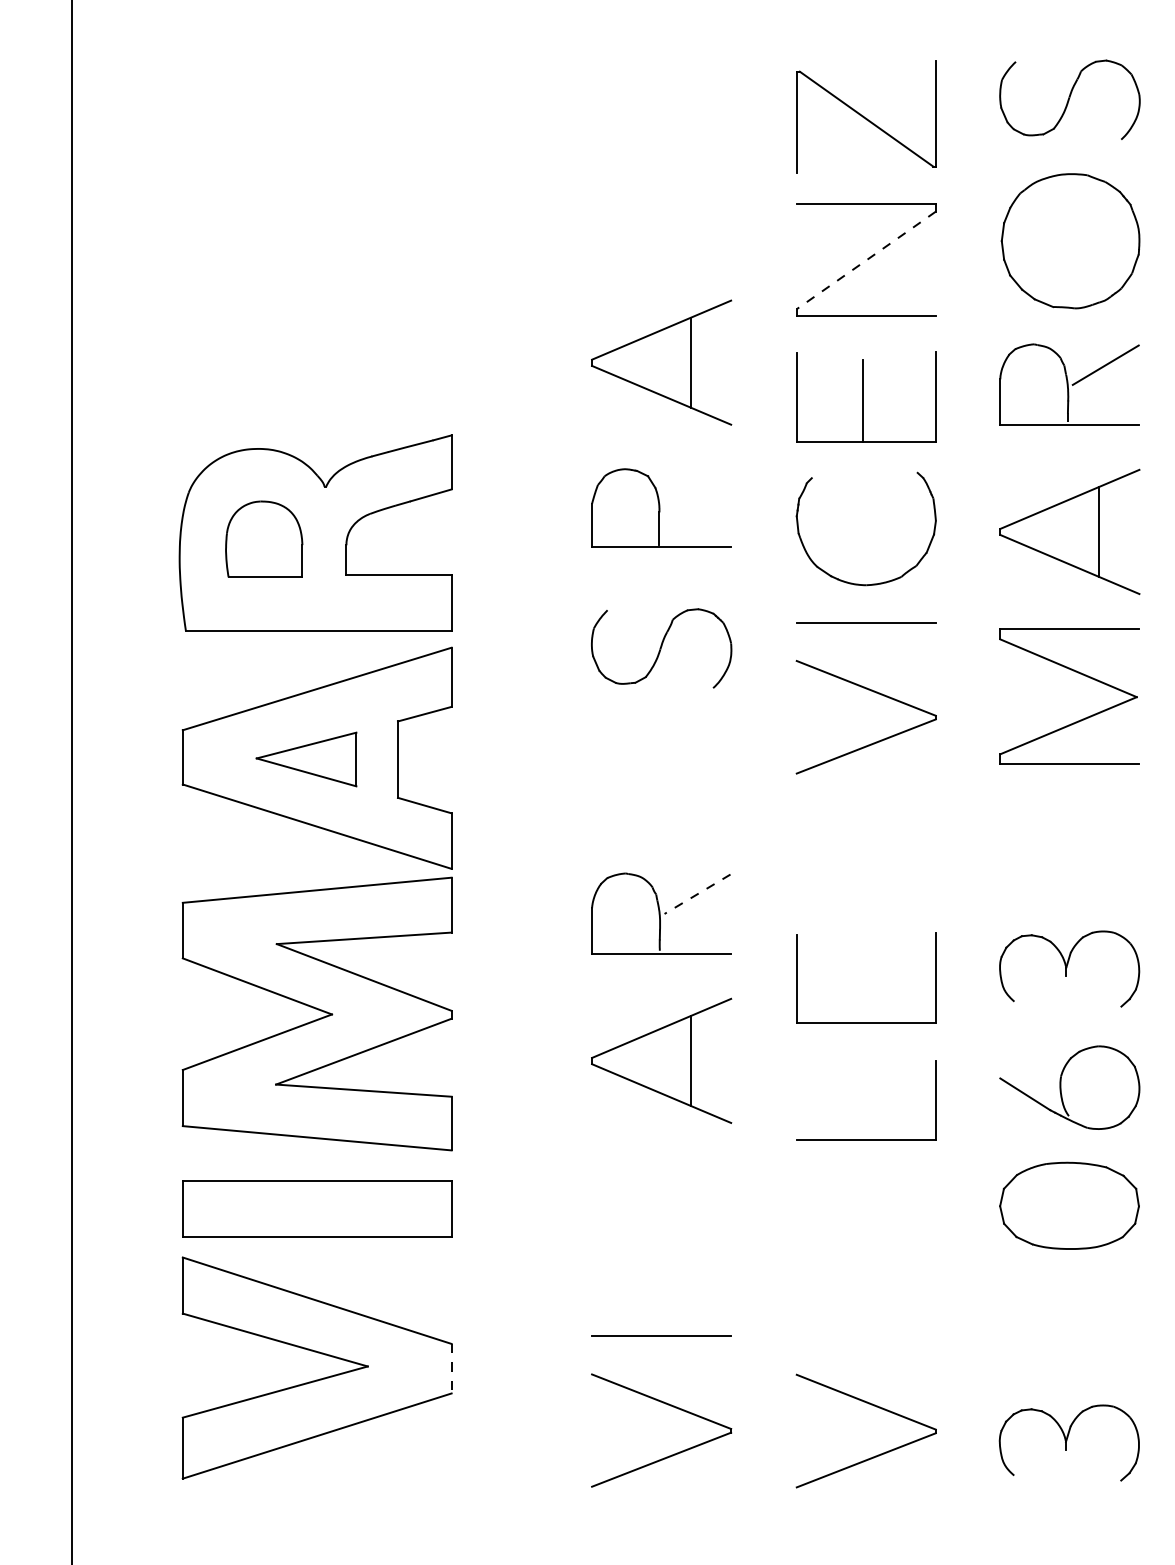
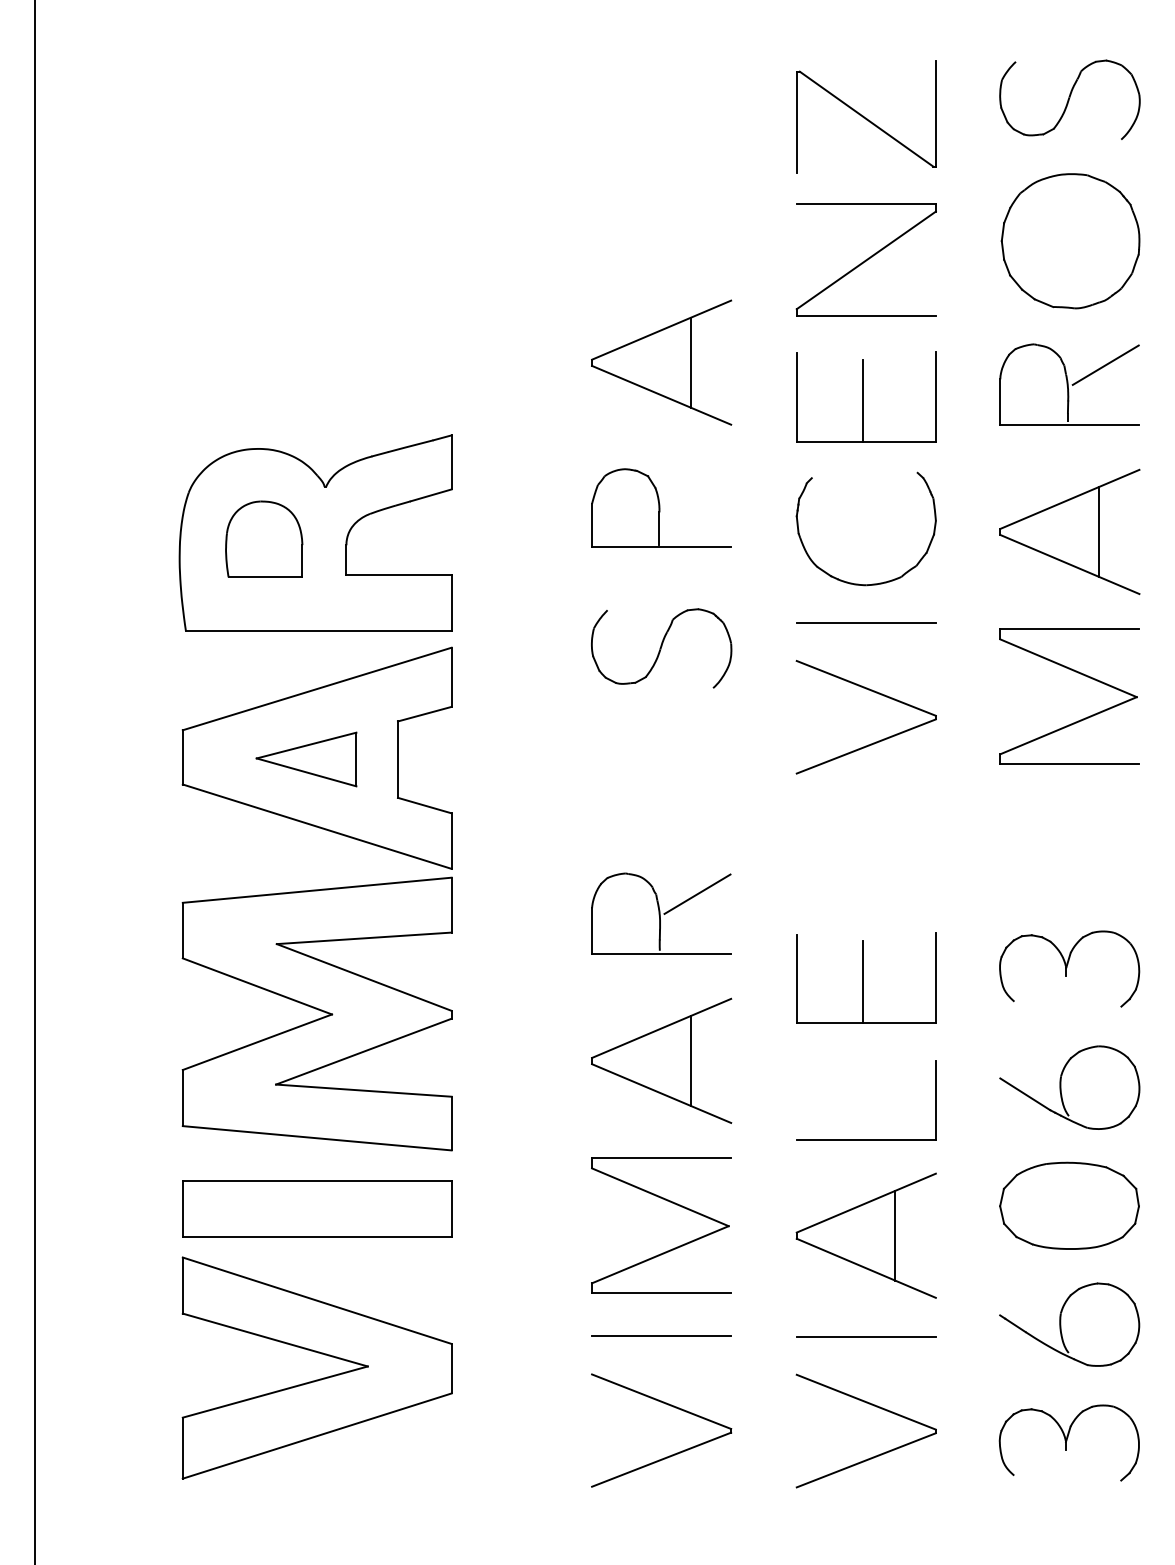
line at (866, 260): dashed -> solid
line at (72, 781) position: (72, 781) -> (35, 781)
line at (697, 894): dashed -> solid
line at (862, 982): none -> present
part at (669, 1202): none -> present
part at (865, 1235): none -> present
part at (1069, 1324): none -> present
line at (865, 1336): none -> present
line at (451, 1368): dashed -> solid
